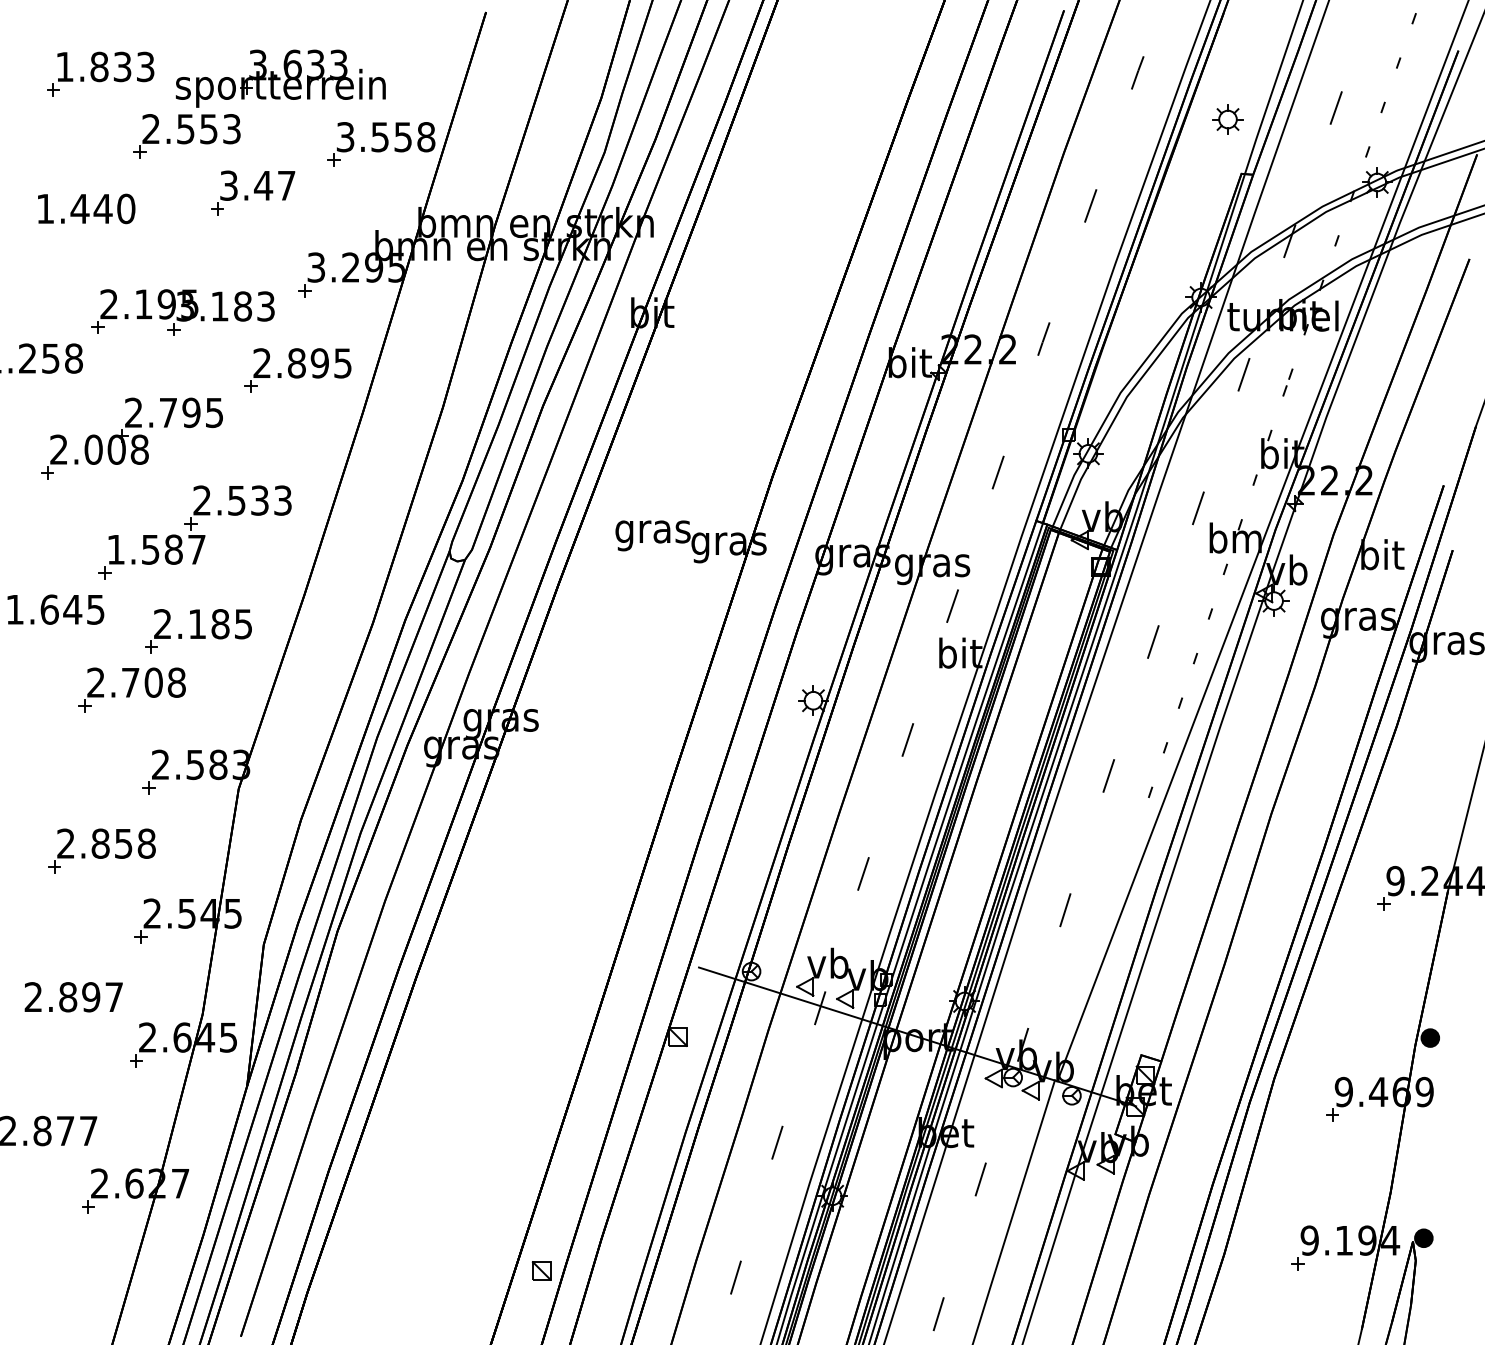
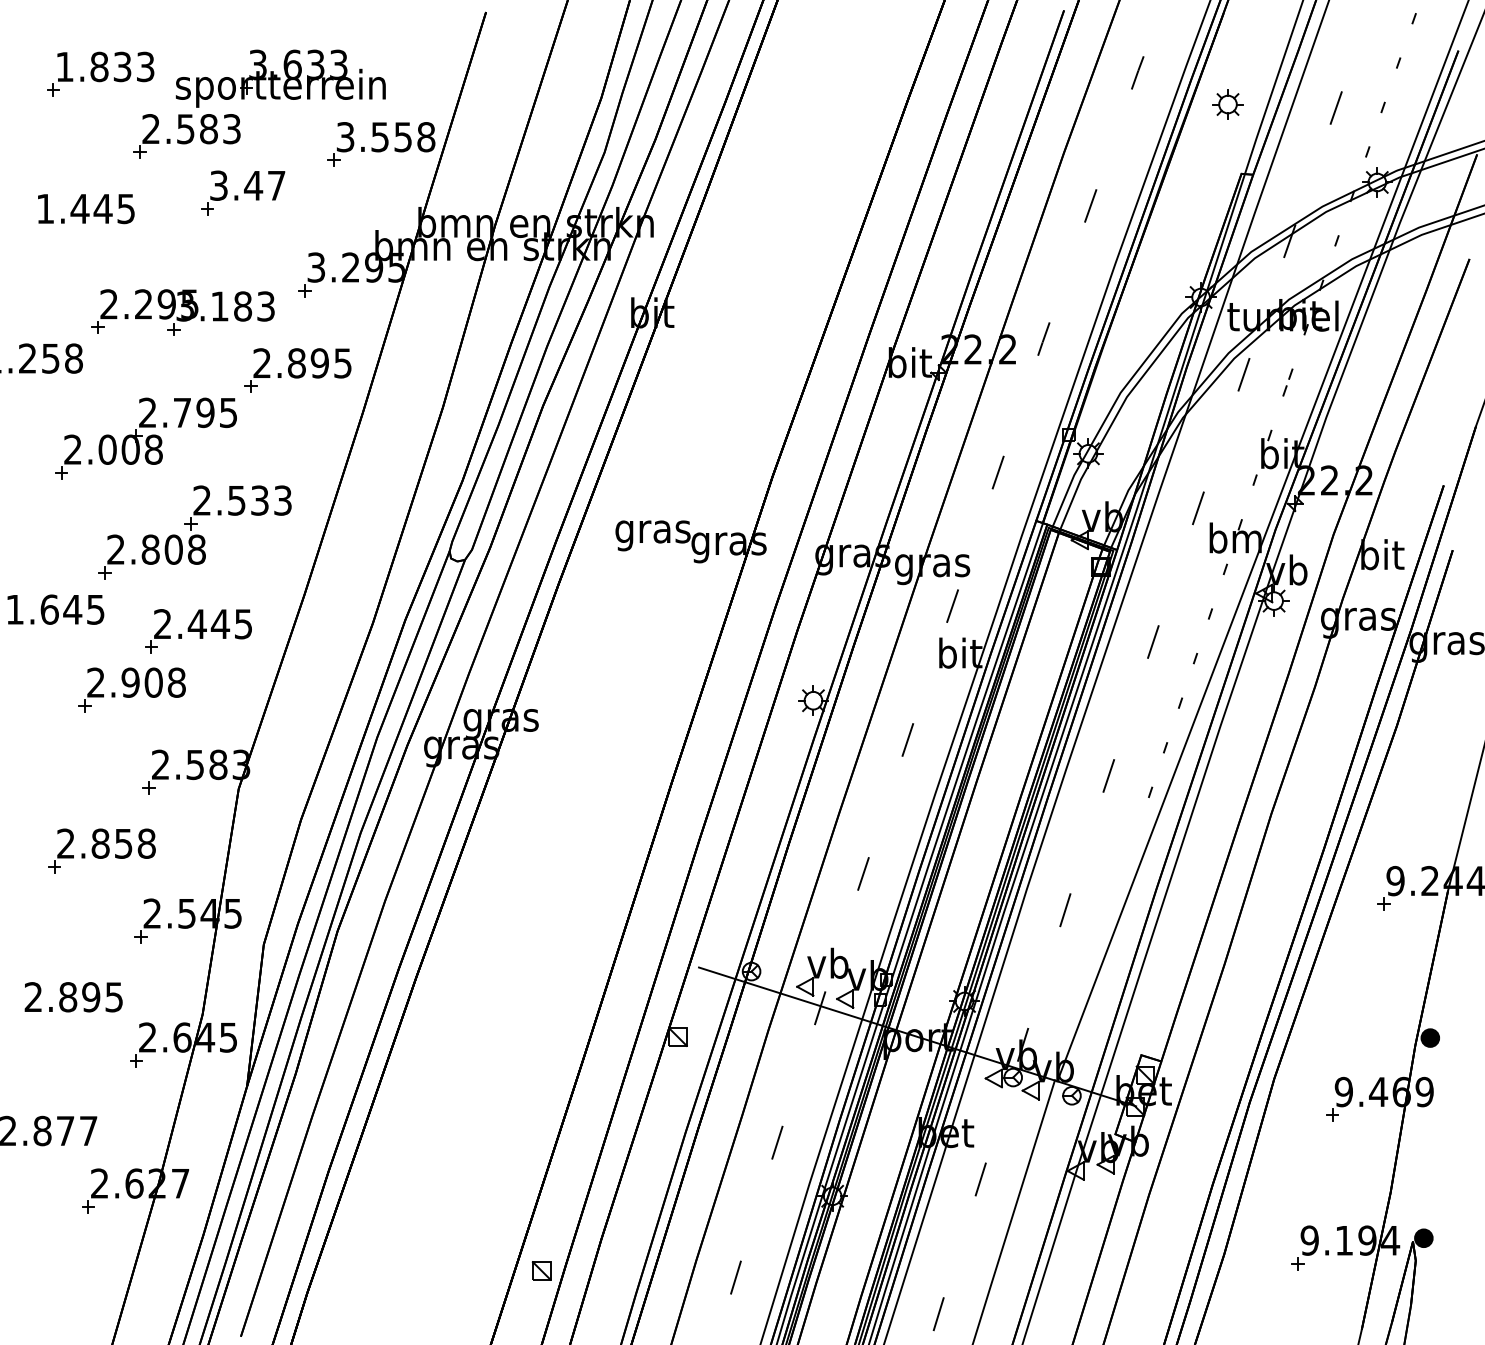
part at (1227, 119) position: (1227, 119) -> (1227, 104)
text at (208, 129): 2.553 -> 2.583
part at (253, 192) position: (253, 192) -> (243, 192)
text at (126, 208): 1.440 -> 1.445
text at (143, 304): 2.195 -> 2.295
part at (131, 438) position: (131, 438) -> (145, 438)
text at (156, 549): 1.587 -> 2.808
text at (208, 624): 2.185 -> 2.445
text at (130, 682): 2.708 -> 2.908
text at (113, 997): 2.897 -> 2.895
